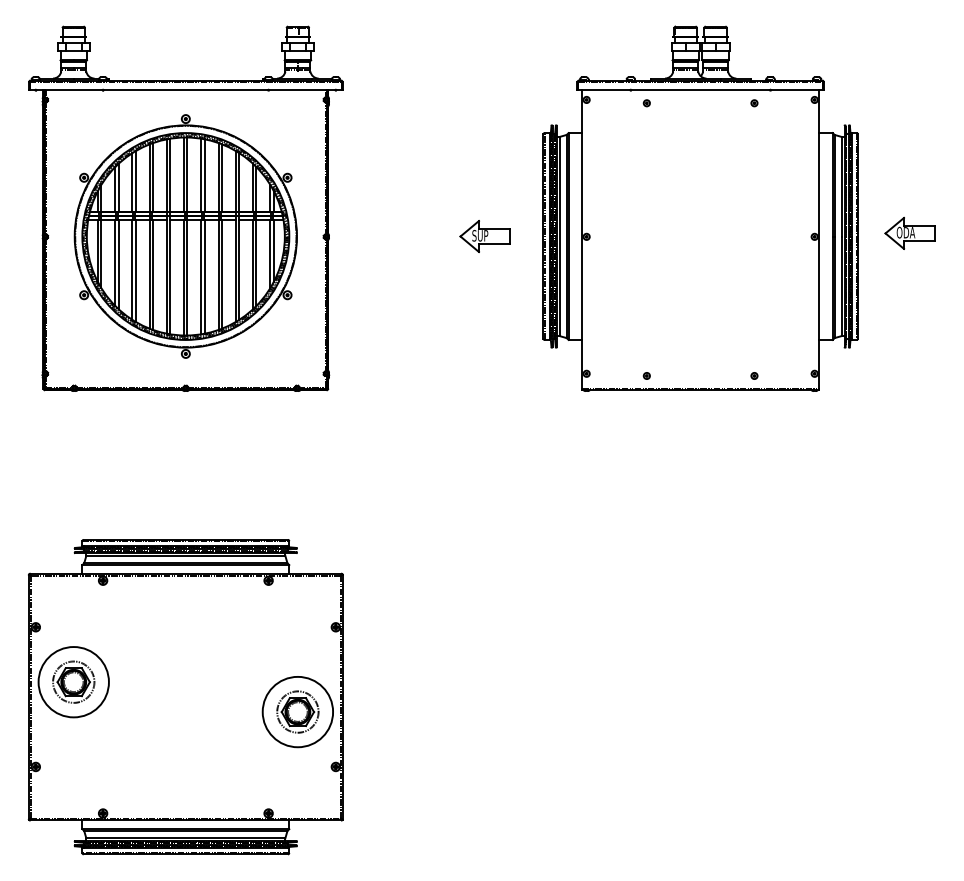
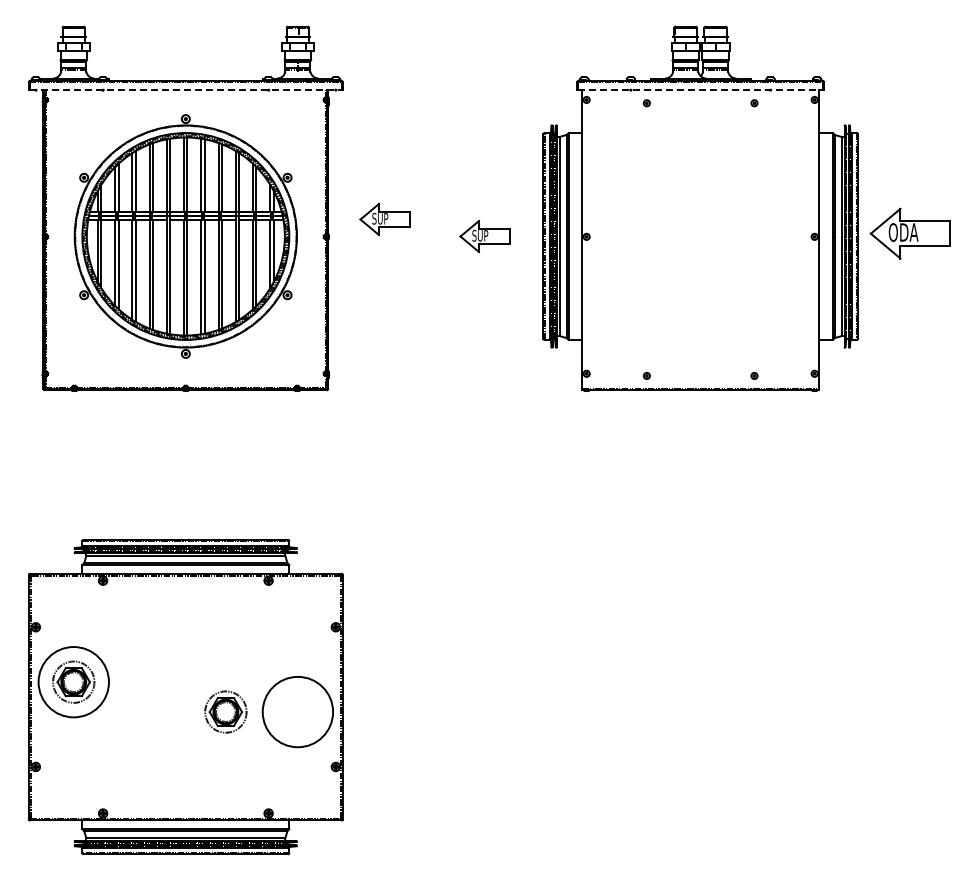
line at (186, 89): solid -> dashed
line at (701, 89): solid -> dashed
part at (384, 219): none -> present
part at (909, 232) size: 52x34 px -> 82x53 px
part at (297, 711) position: (297, 711) -> (225, 711)
